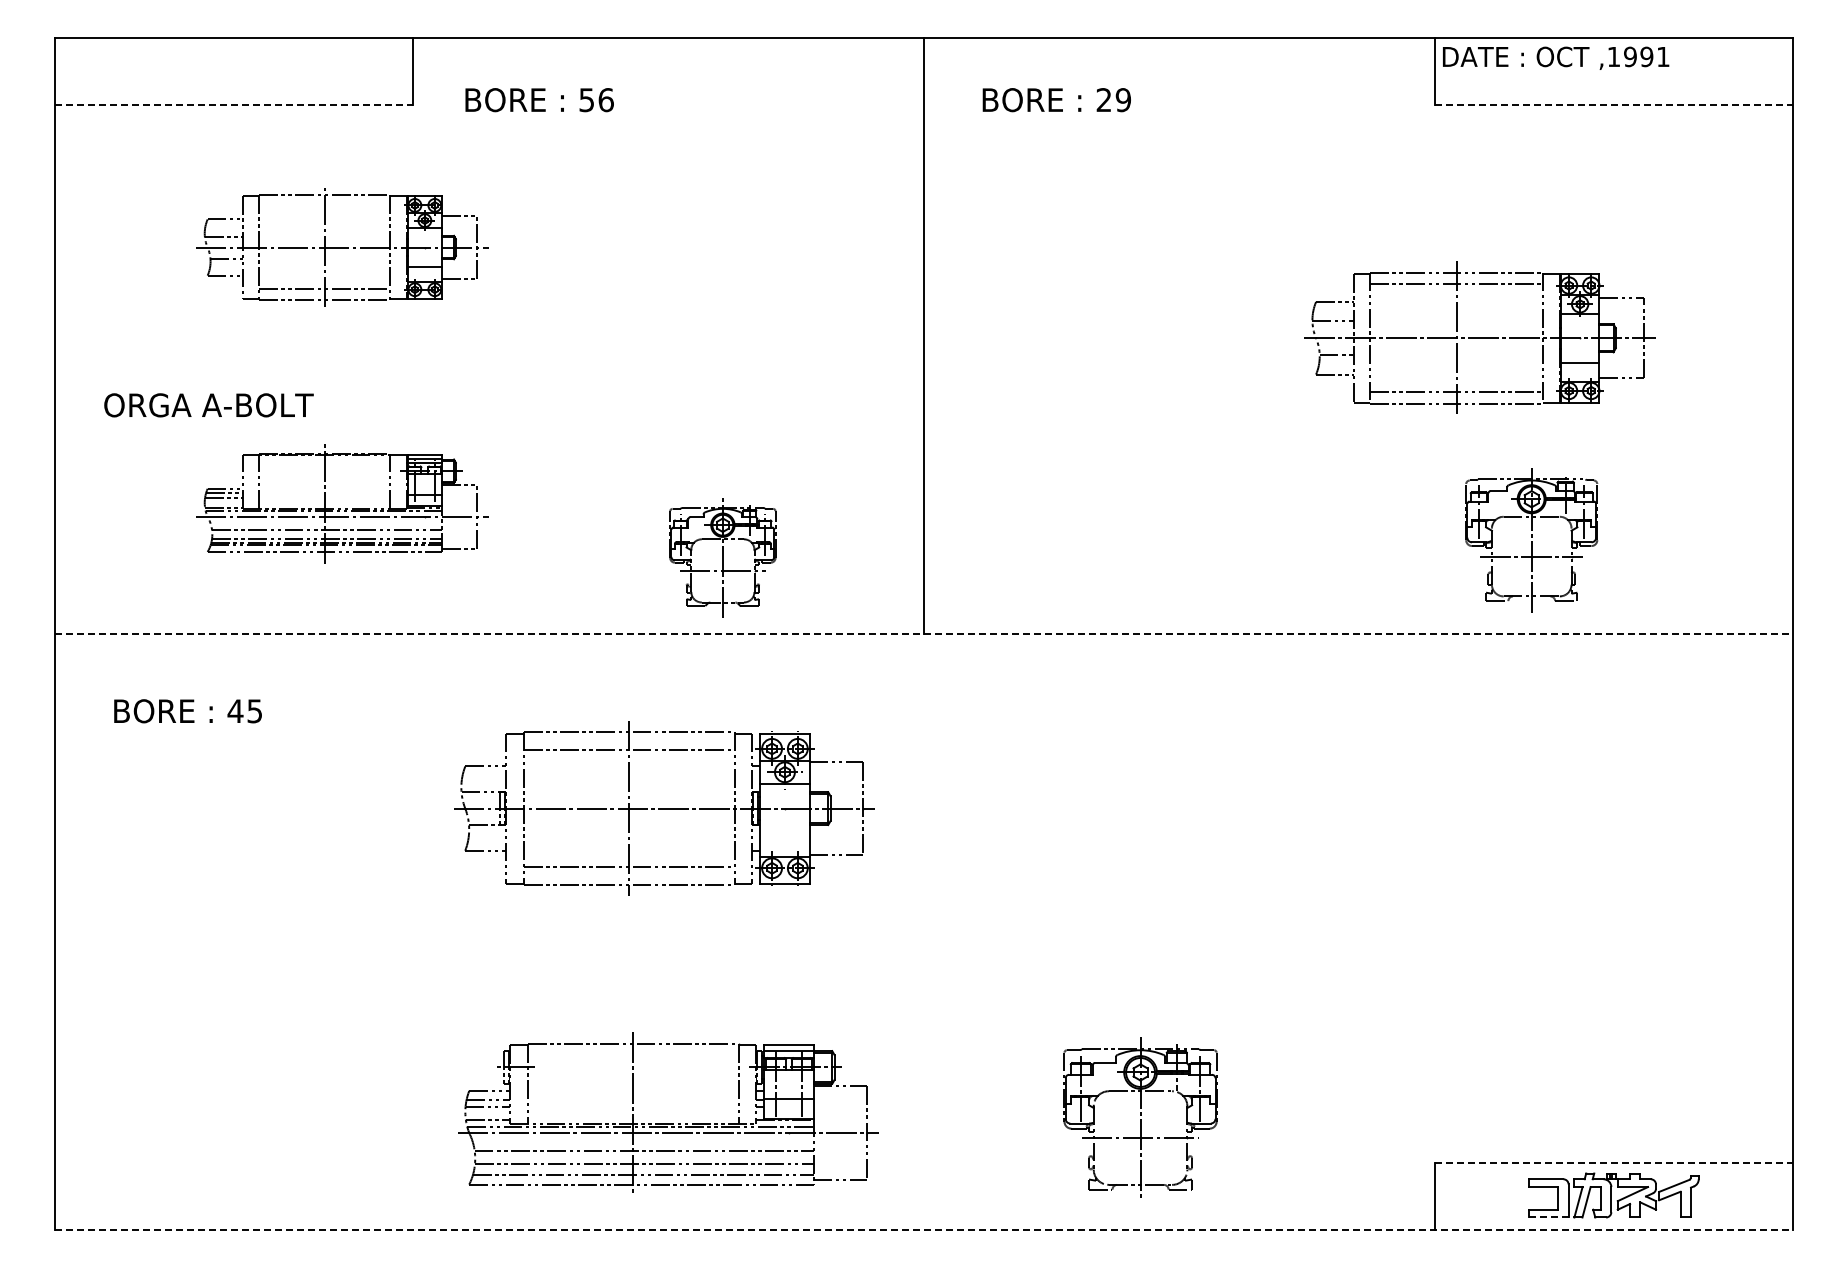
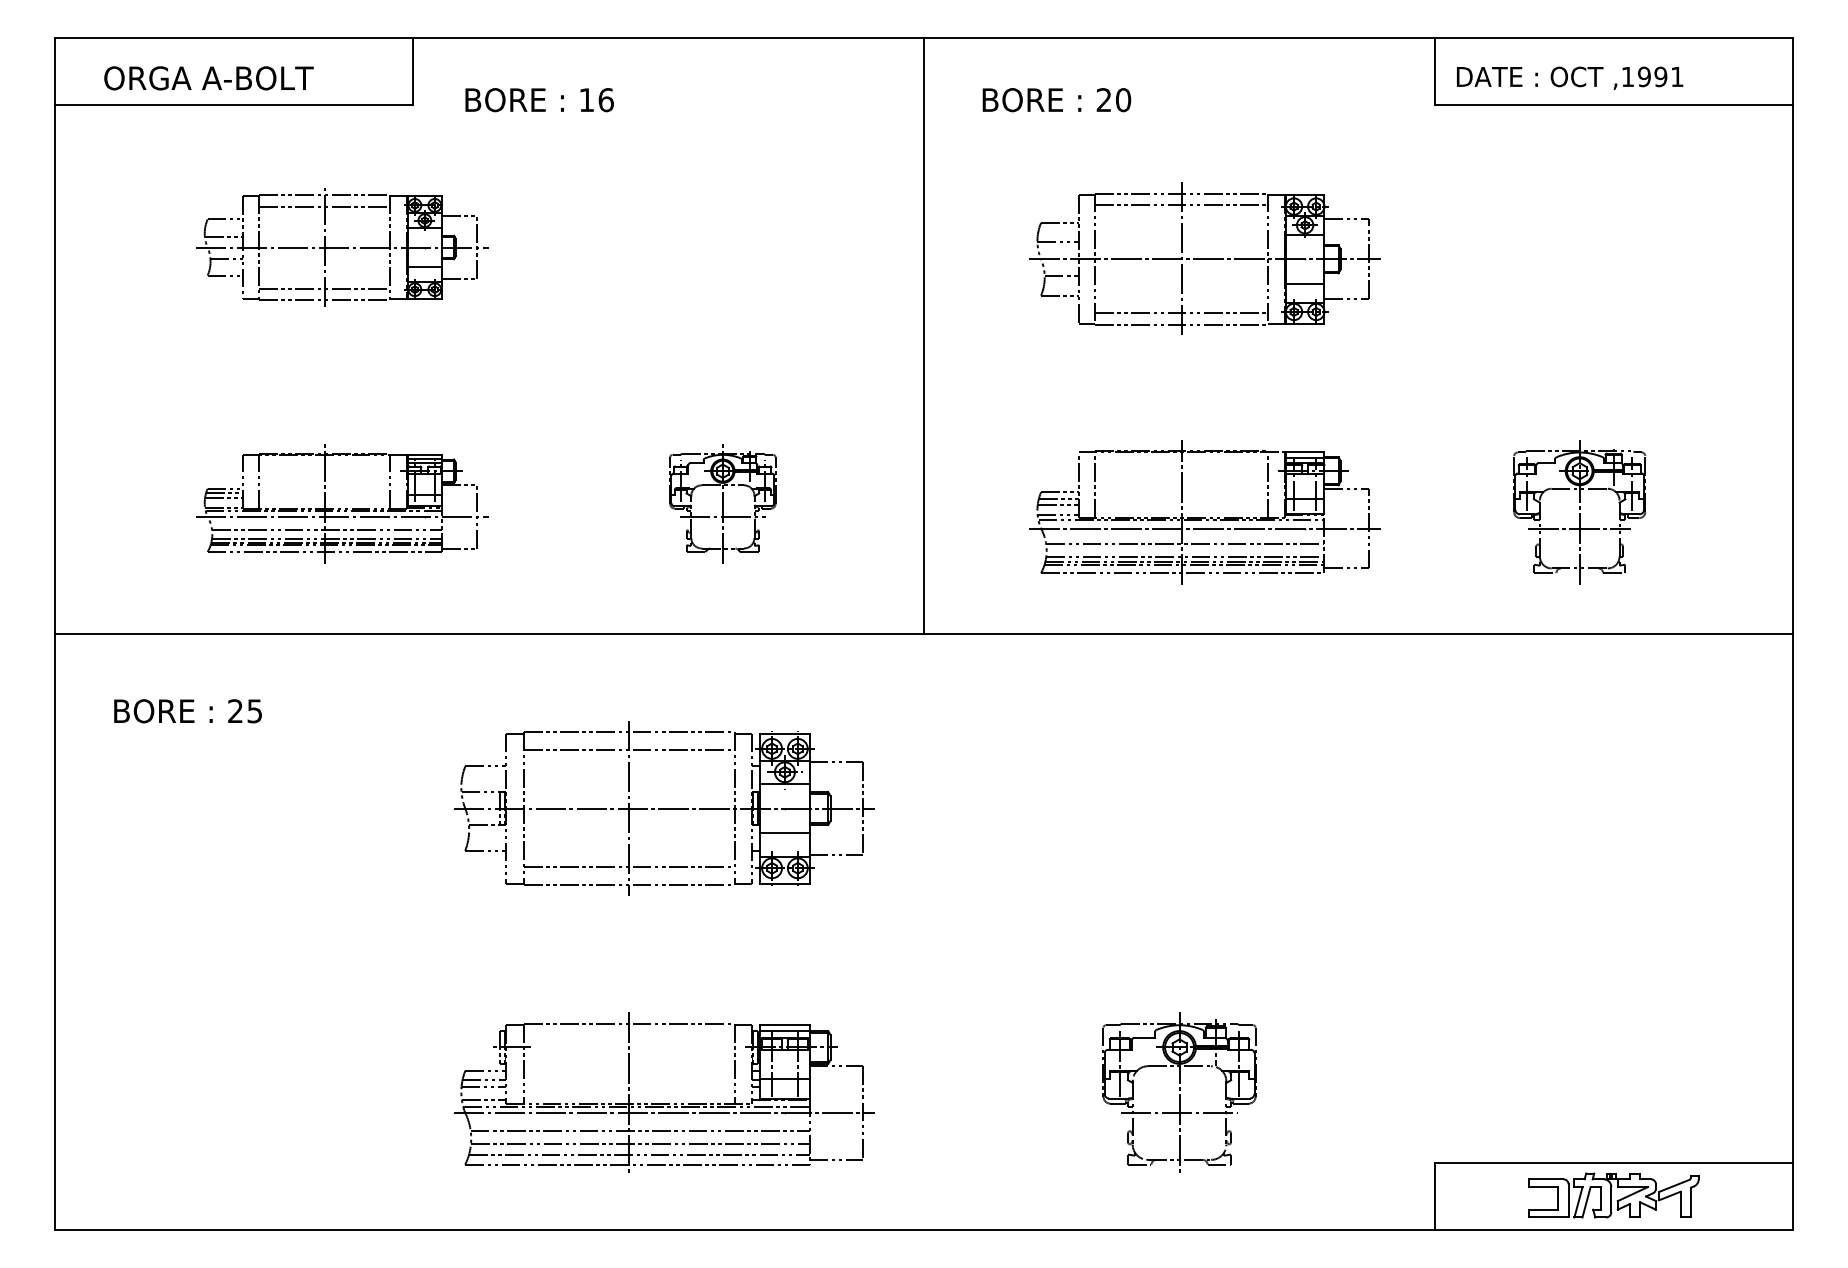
text at (1556, 57) position: (1556, 57) -> (1570, 77)
text at (586, 100): 56 -> 16
text at (1123, 100): 29 -> 20
line at (234, 104): dashed -> solid
line at (1613, 104): dashed -> solid
line at (324, 206): none -> present
part at (1479, 337) position: (1479, 337) -> (1204, 258)
text at (208, 405) position: (208, 405) -> (208, 78)
part at (1204, 512): none -> present
part at (1531, 540) position: (1531, 540) -> (1579, 512)
part at (722, 557) position: (722, 557) -> (722, 503)
line at (924, 634): dashed -> solid
text at (235, 710): 45 -> 25
line at (784, 833): none -> present
part at (1140, 1117) position: (1140, 1117) -> (1179, 1092)
part at (668, 1123) position: (668, 1123) -> (664, 1103)
line at (1613, 1163): dashed -> solid
line at (1548, 1217): dashed -> solid
line at (924, 1230): dashed -> solid
